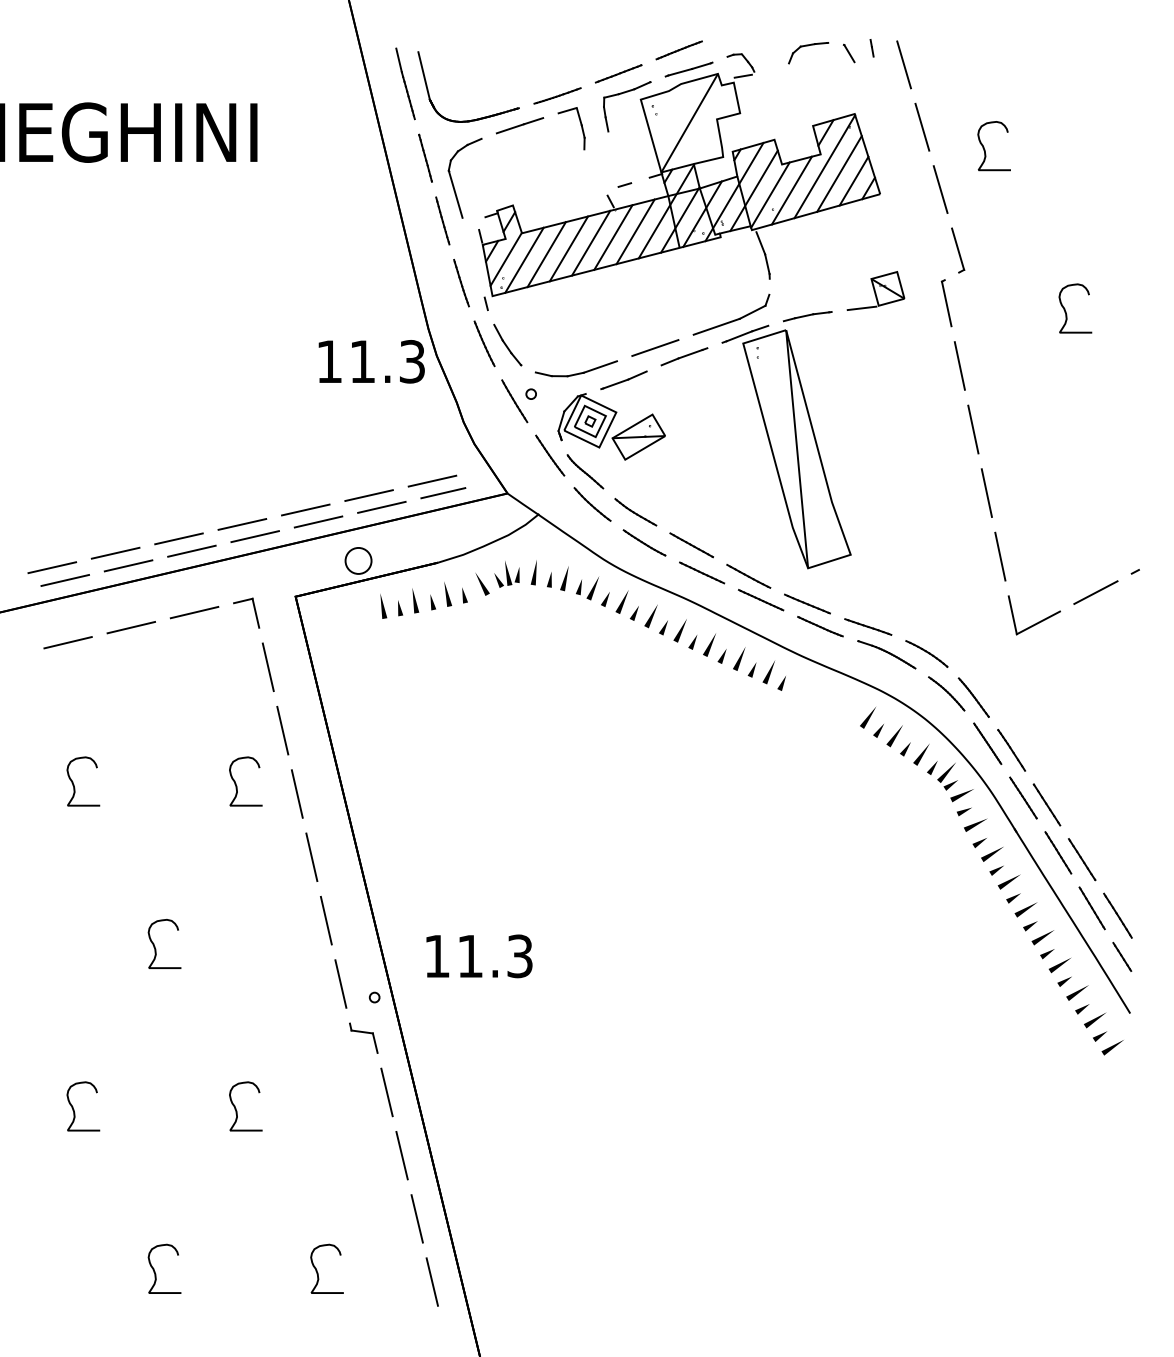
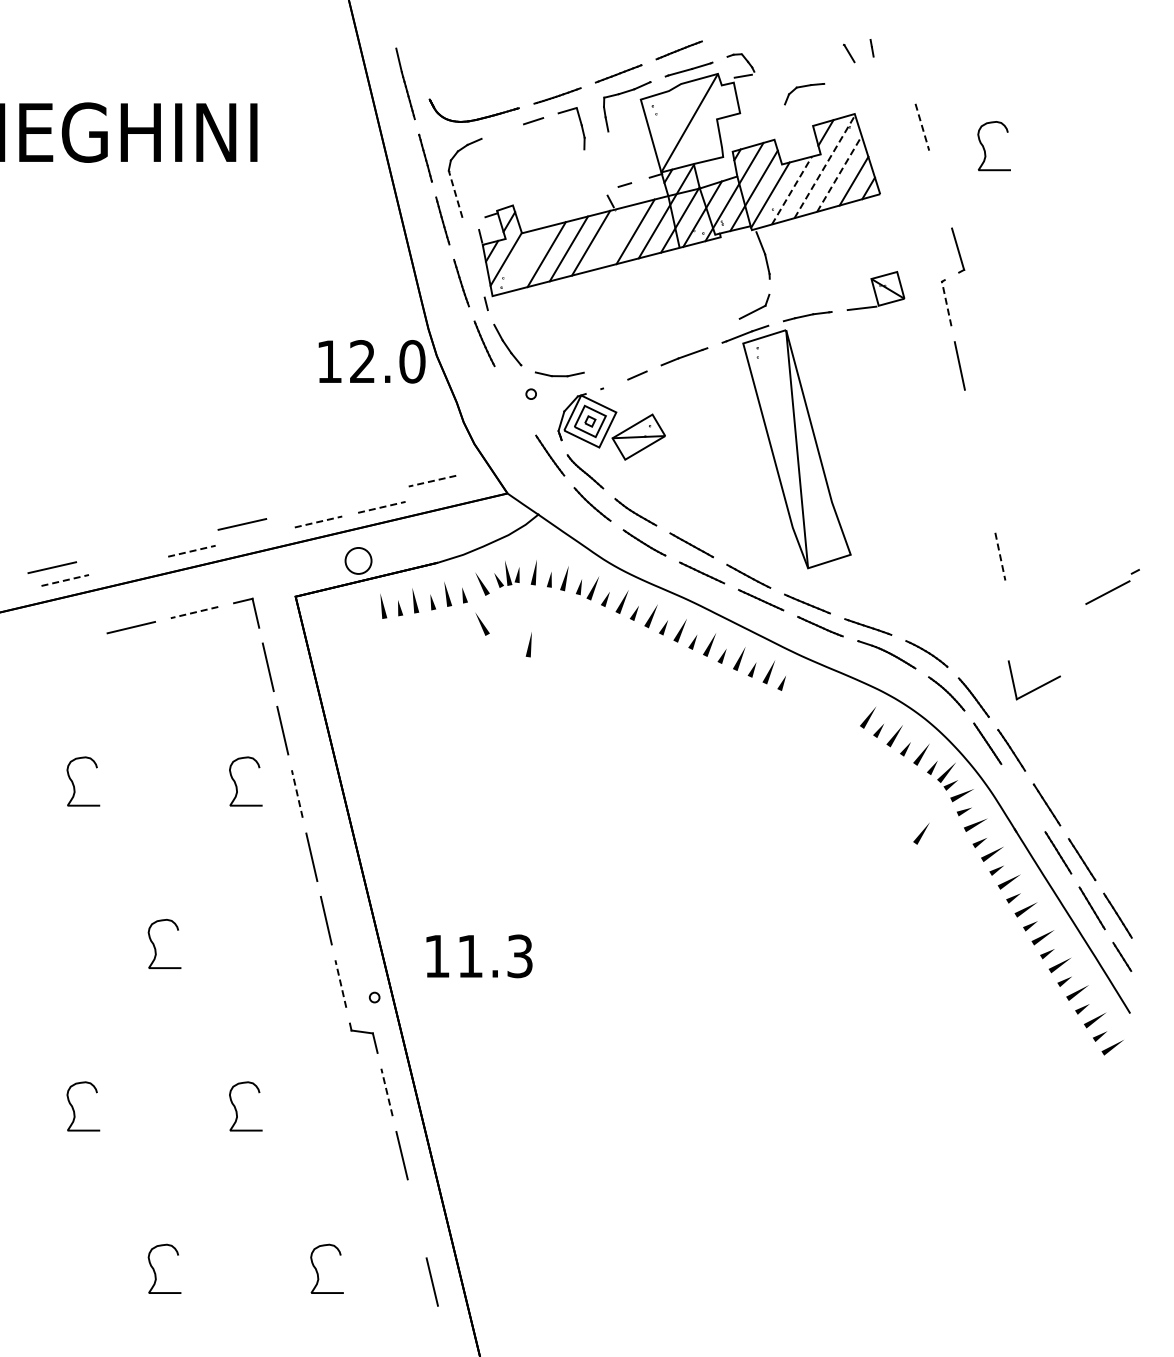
part at (808, 46) position: (808, 46) -> (804, 87)
line at (903, 64): present -> none
line at (423, 75): present -> none
line at (922, 127): solid -> dashed
line at (510, 128): present -> none
line at (824, 166): solid -> dashed
line at (839, 173): solid -> dashed
line at (940, 189): present -> none
line at (792, 190): solid -> dashed
line at (455, 193): solid -> dashed
line at (613, 237): present -> none
line at (524, 259): present -> none
line at (946, 303): solid -> dashed
part at (1066, 311): present -> none
line at (716, 326): present -> none
line at (655, 348): present -> none
text at (387, 361): 11.3 -> 12.0
line at (600, 366): present -> none
line at (615, 383): present -> none
line at (514, 401): present -> none
line at (973, 429): present -> none
line at (432, 481): solid -> dashed
line at (986, 492): present -> none
line at (443, 493): present -> none
line at (368, 495): present -> none
line at (382, 507): solid -> dashed
line at (305, 509): present -> none
line at (319, 521): solid -> dashed
line at (254, 536): present -> none
line at (178, 538): present -> none
line at (192, 551): solid -> dashed
line at (115, 552): present -> none
line at (1000, 557): solid -> dashed
line at (128, 565): present -> none
line at (65, 580): solid -> dashed
line at (1095, 592) position: (1095, 592) -> (1107, 592)
line at (194, 612): solid -> dashed
part at (1036, 622) position: (1036, 622) -> (1036, 687)
line at (482, 624): none -> present
line at (67, 642): present -> none
line at (528, 644): none -> present
line at (297, 793): solid -> dashed
line at (1023, 797): present -> none
line at (921, 833): none -> present
line at (340, 983): solid -> dashed
line at (386, 1091): solid -> dashed
line at (416, 1218): present -> none
